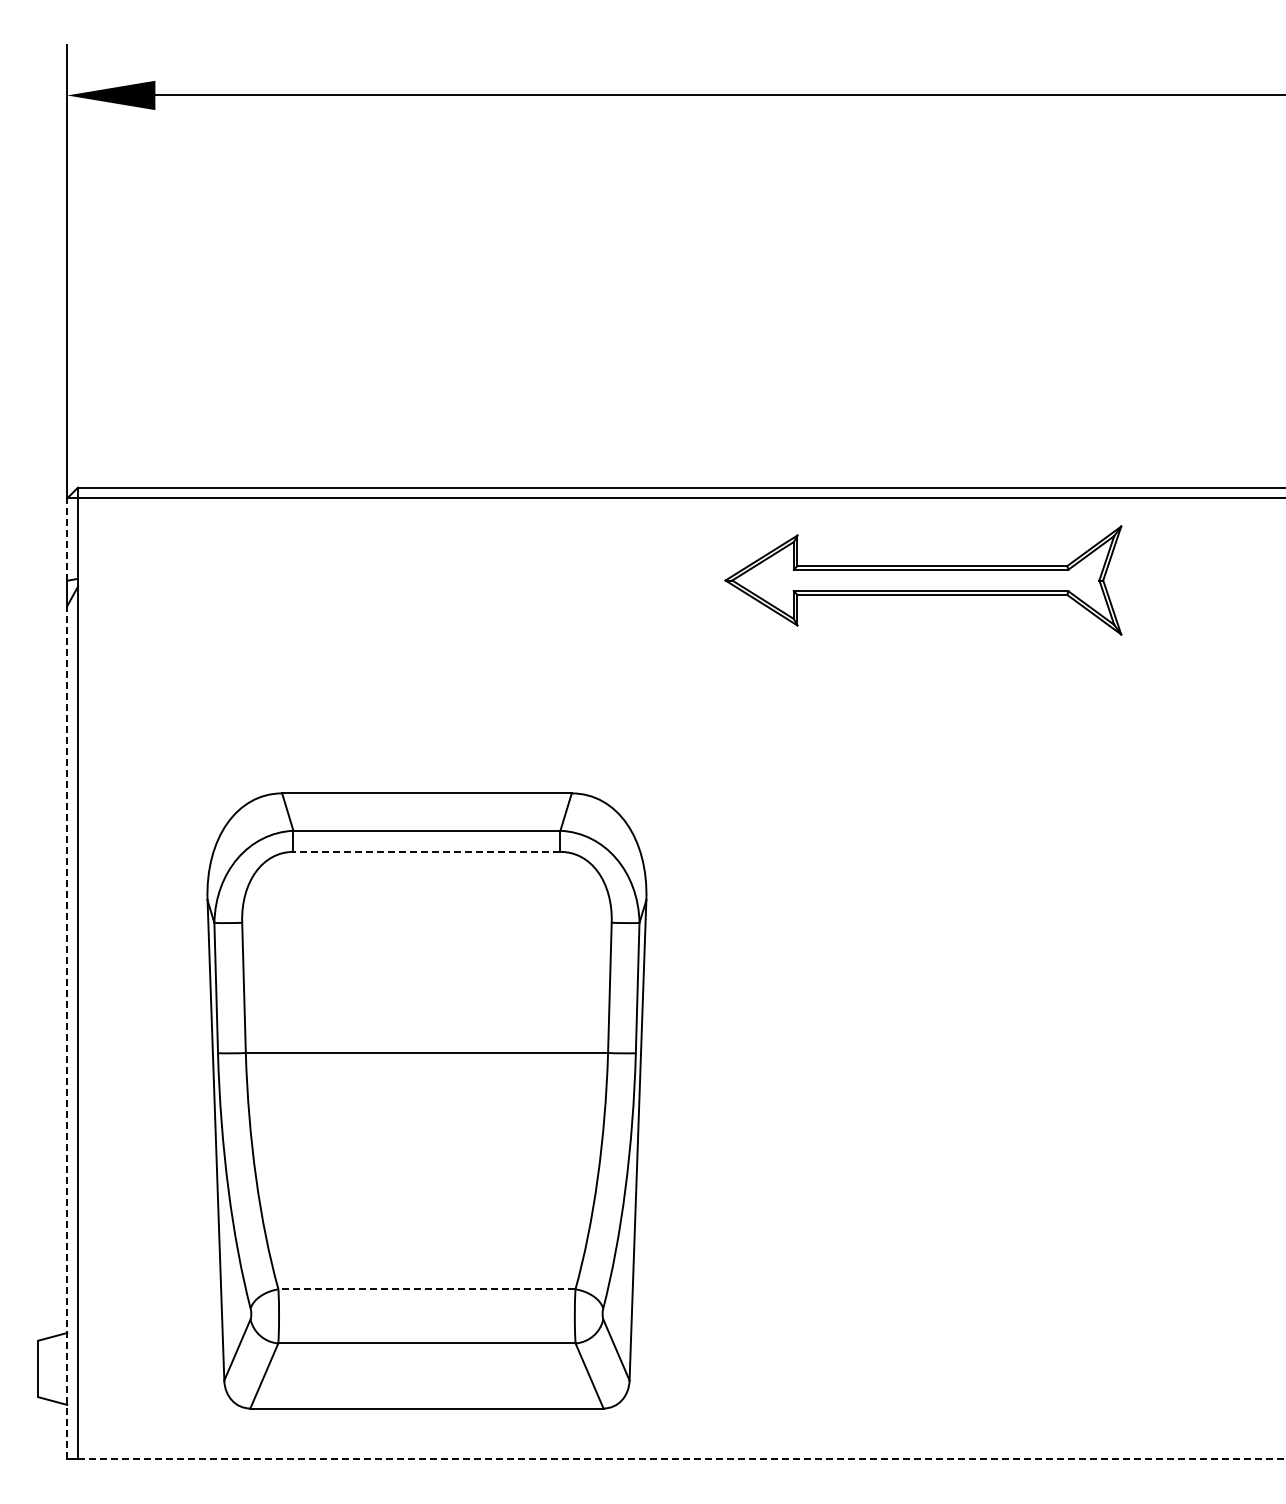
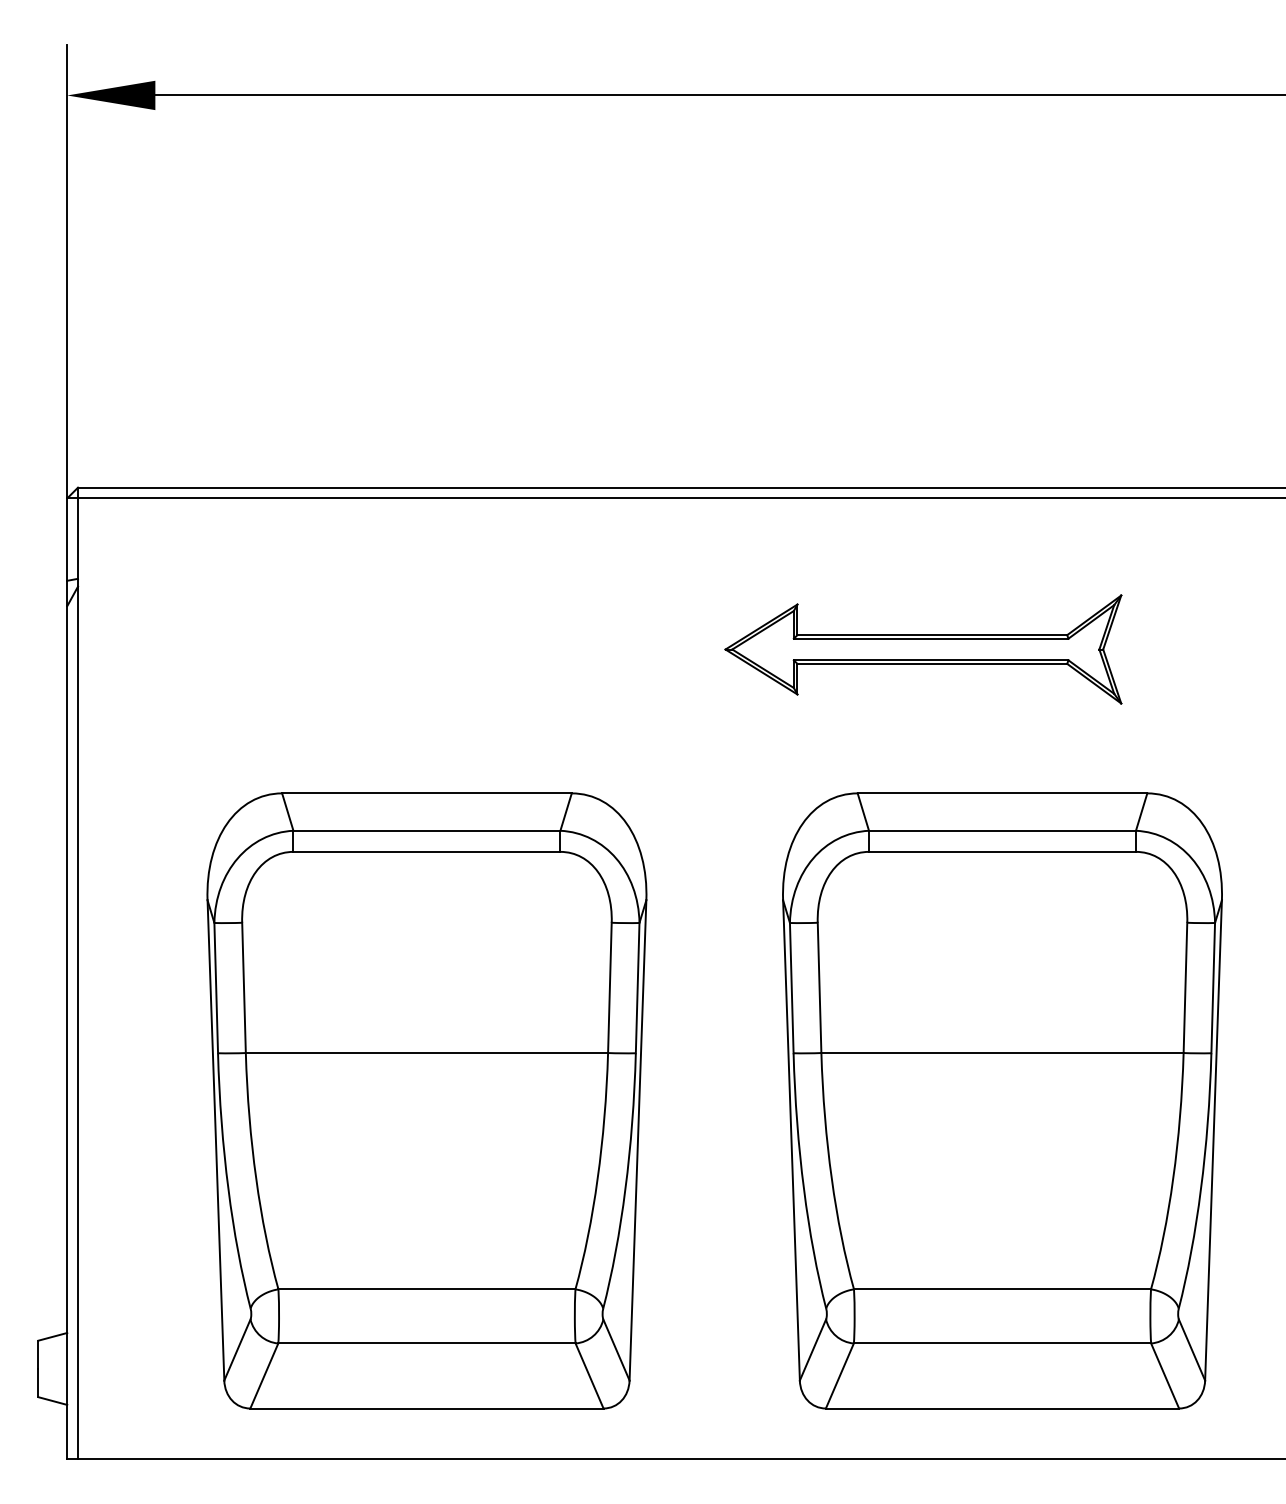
line at (67, 539): dashed -> solid
part at (923, 580) position: (923, 580) -> (923, 649)
line at (426, 851): dashed -> solid
line at (67, 1032): dashed -> solid
part at (1002, 1100): none -> present
line at (426, 1289): dashed -> solid
line at (681, 1458): dashed -> solid
